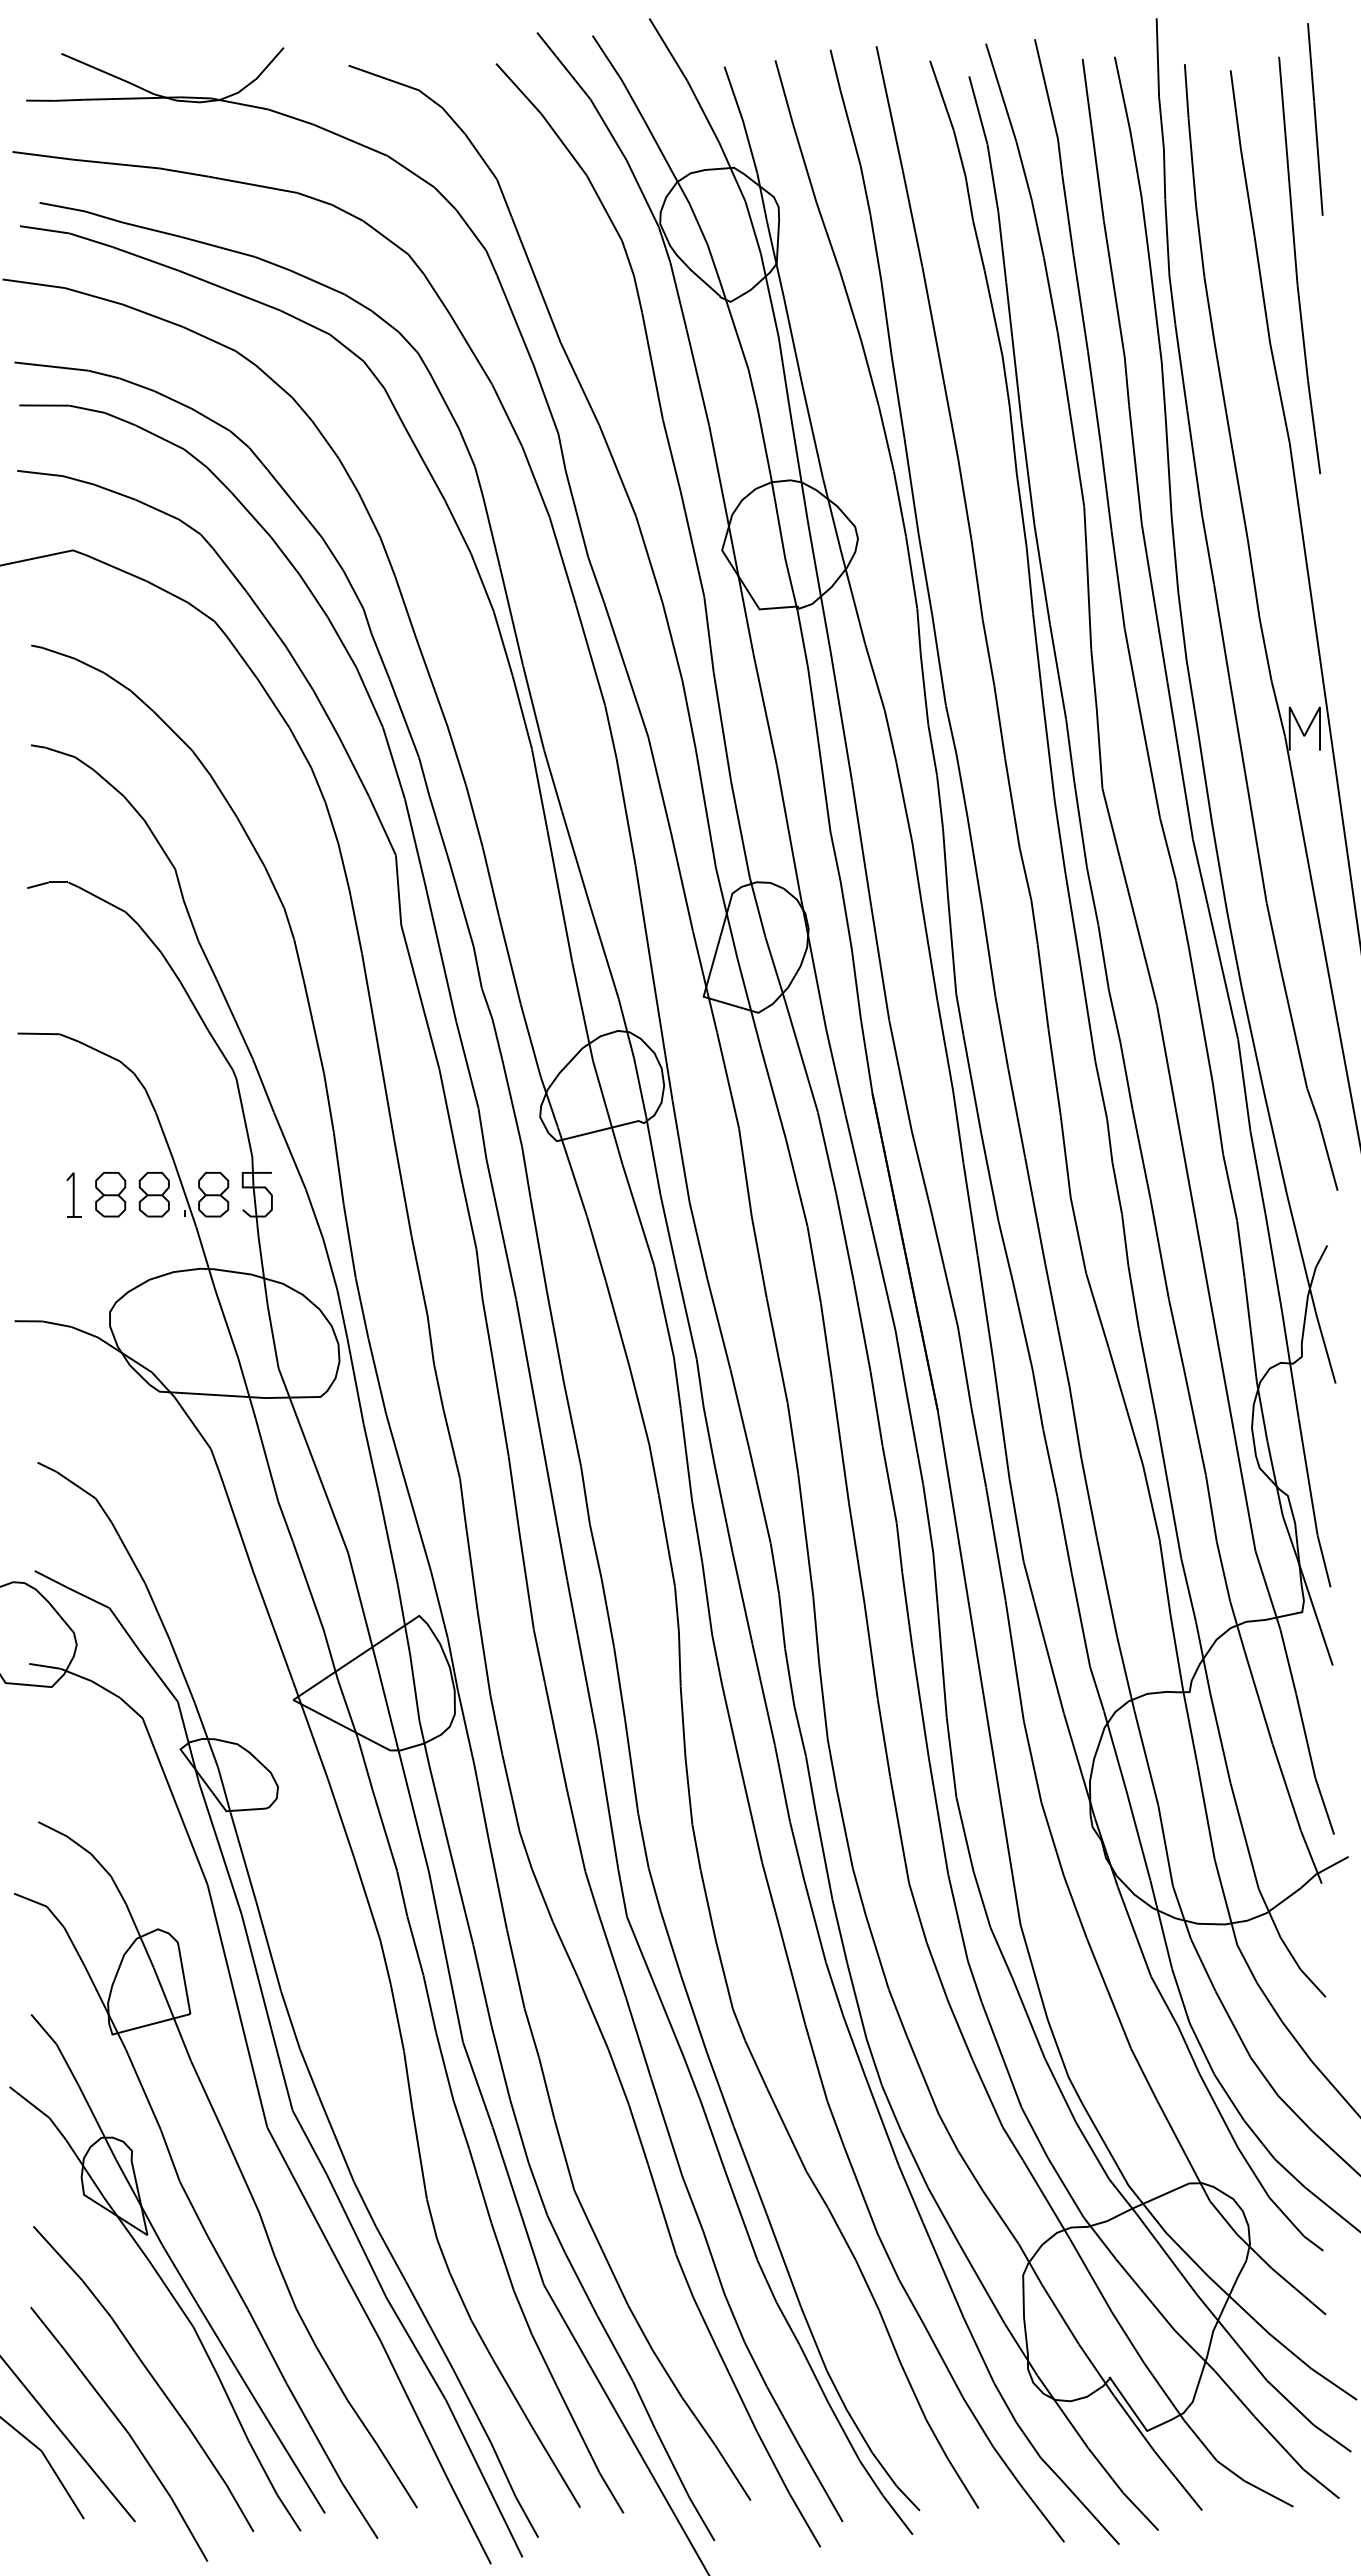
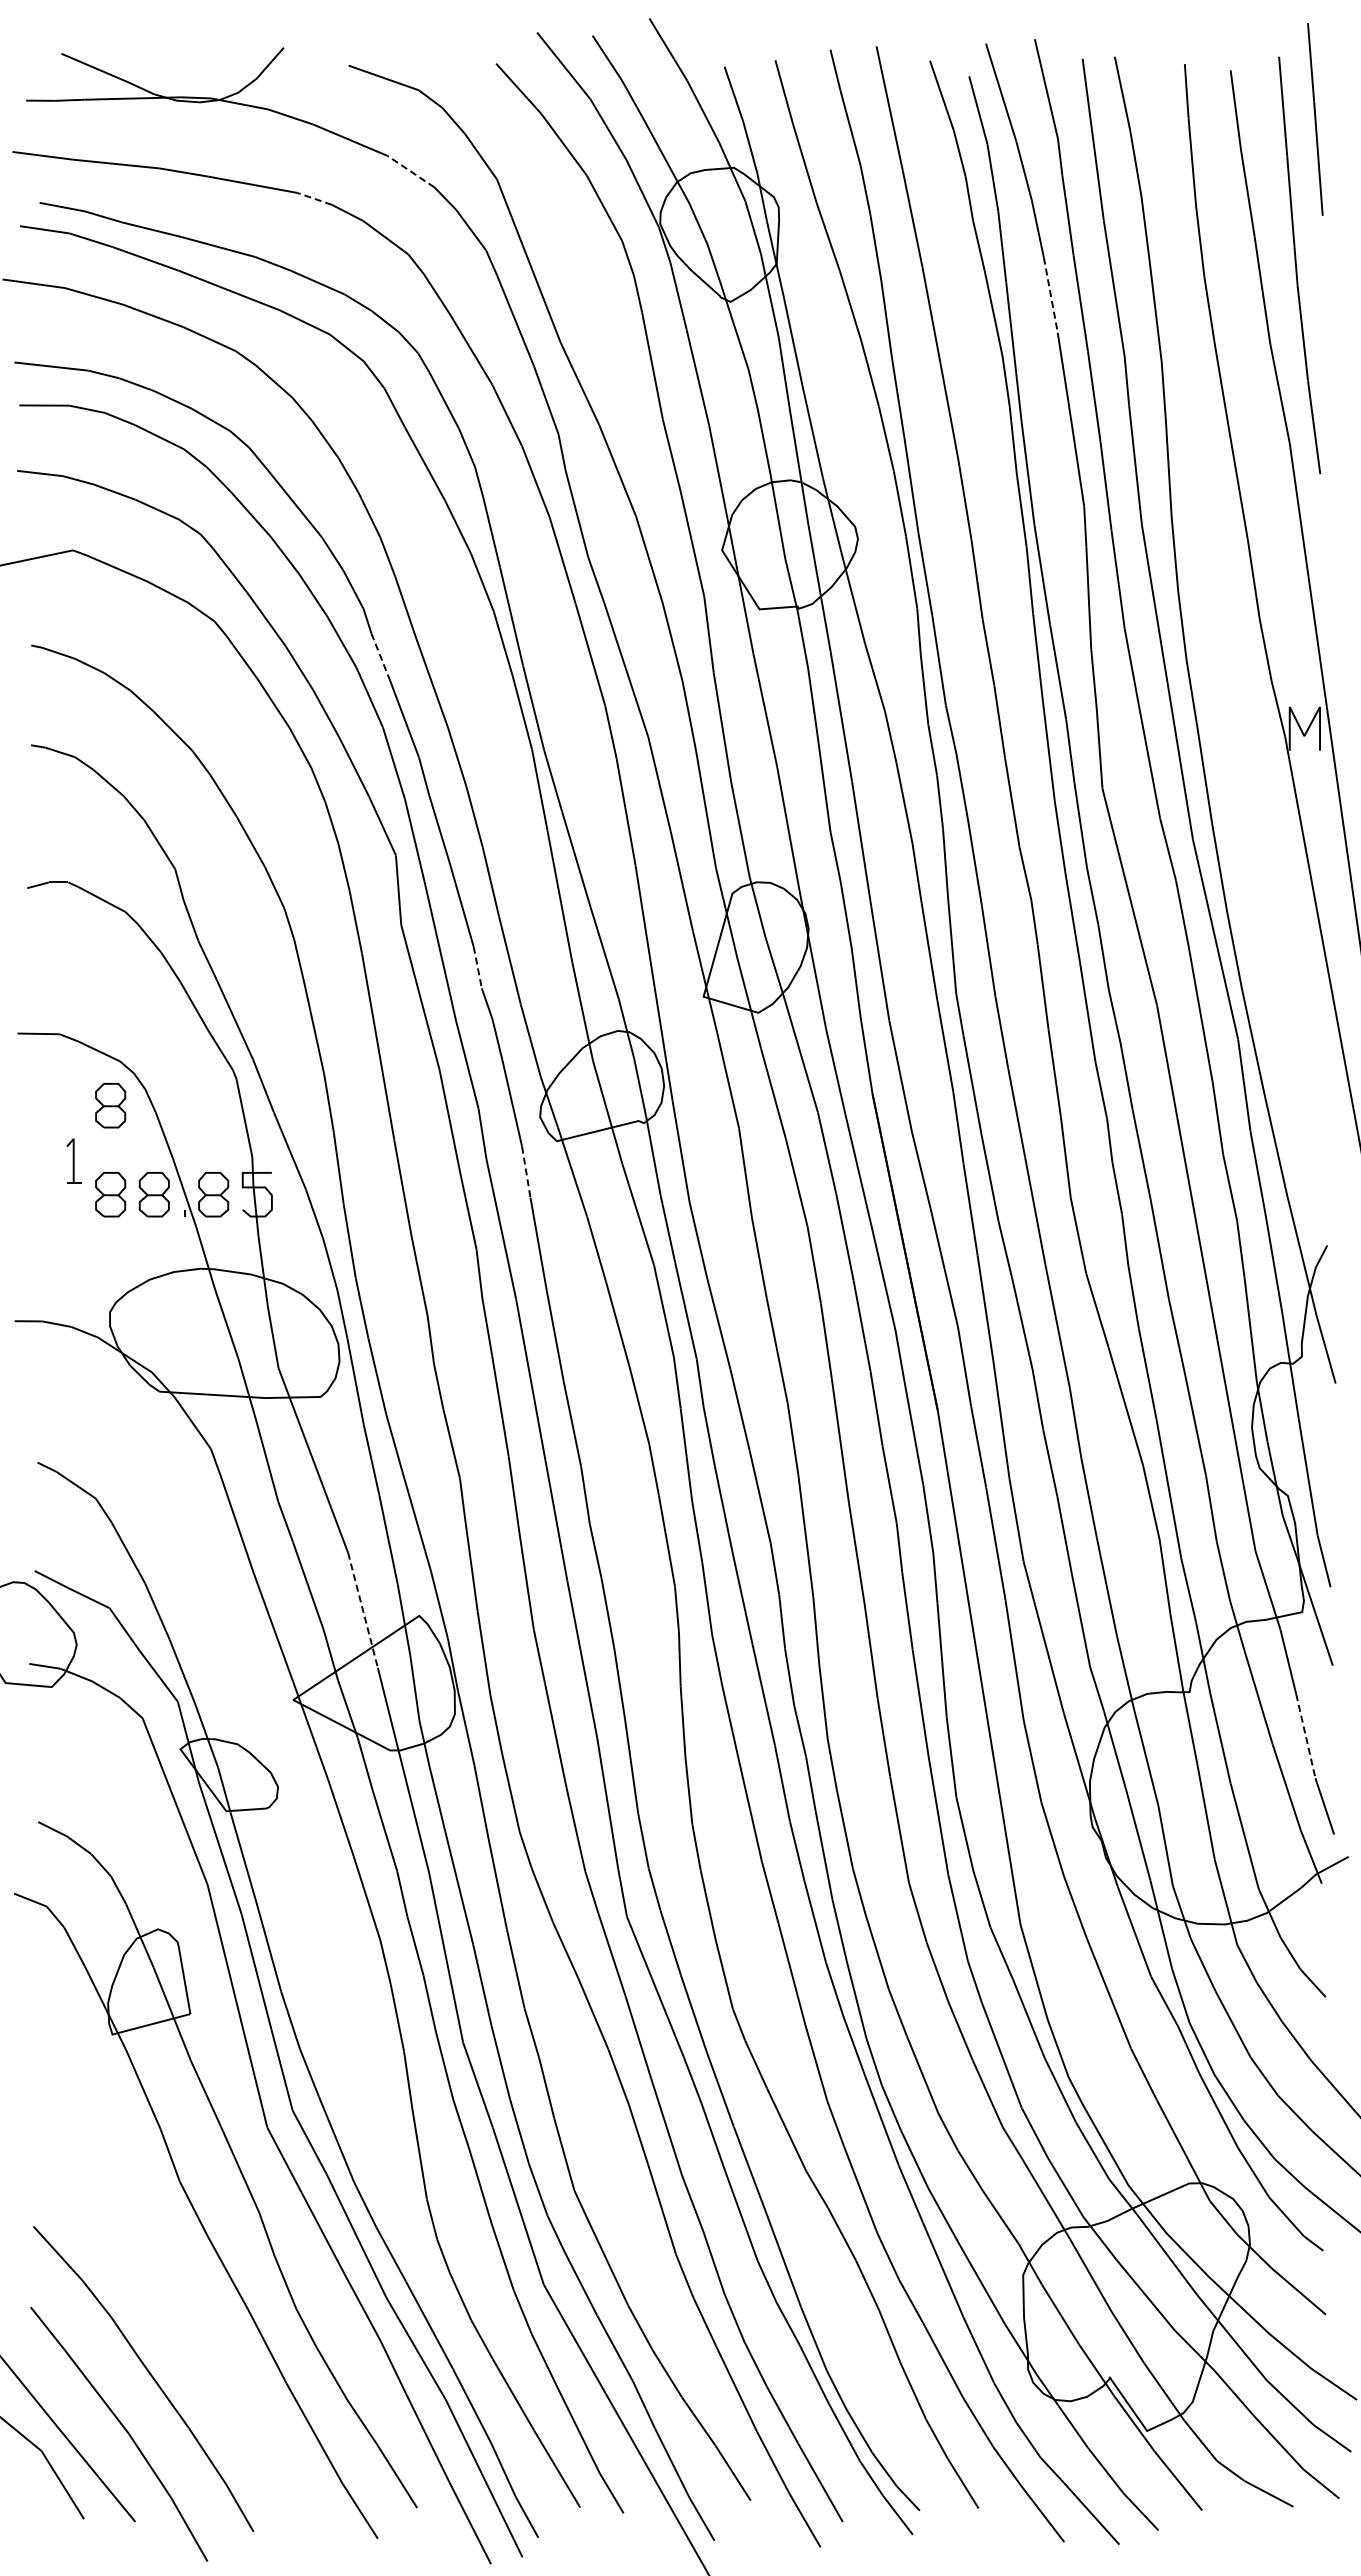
line at (410, 171): solid -> dashed
line at (314, 198): solid -> dashed
line at (1050, 295): solid -> dashed
part at (1219, 609): present -> none
line at (380, 656): solid -> dashed
line at (477, 968): solid -> dashed
part at (110, 1105): none -> present
line at (526, 1172): solid -> dashed
part at (73, 1194) position: (73, 1194) -> (73, 1160)
line at (363, 1611): solid -> dashed
line at (1305, 1736): solid -> dashed
part at (160, 2275): present -> none
